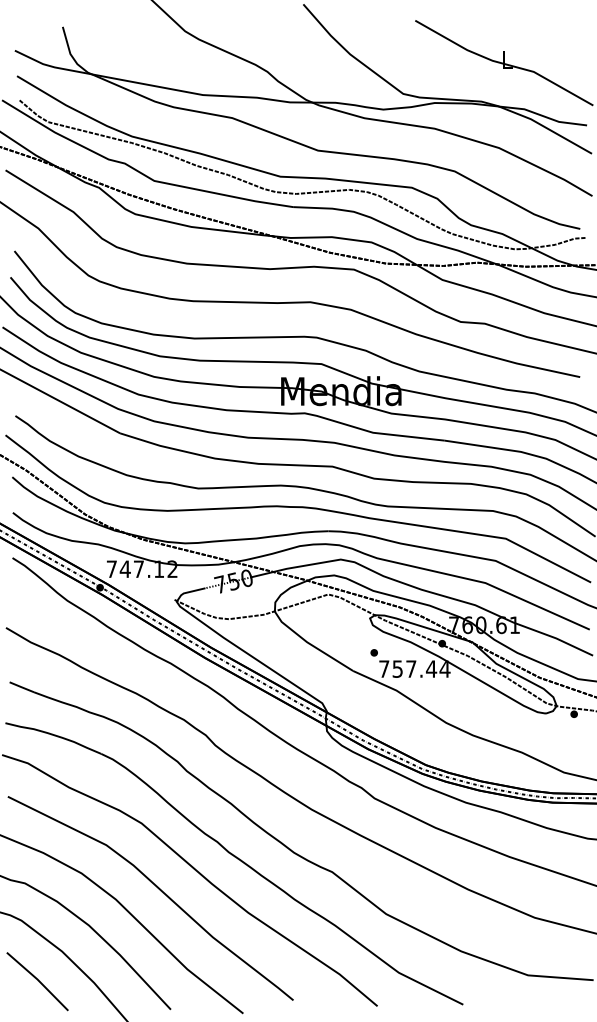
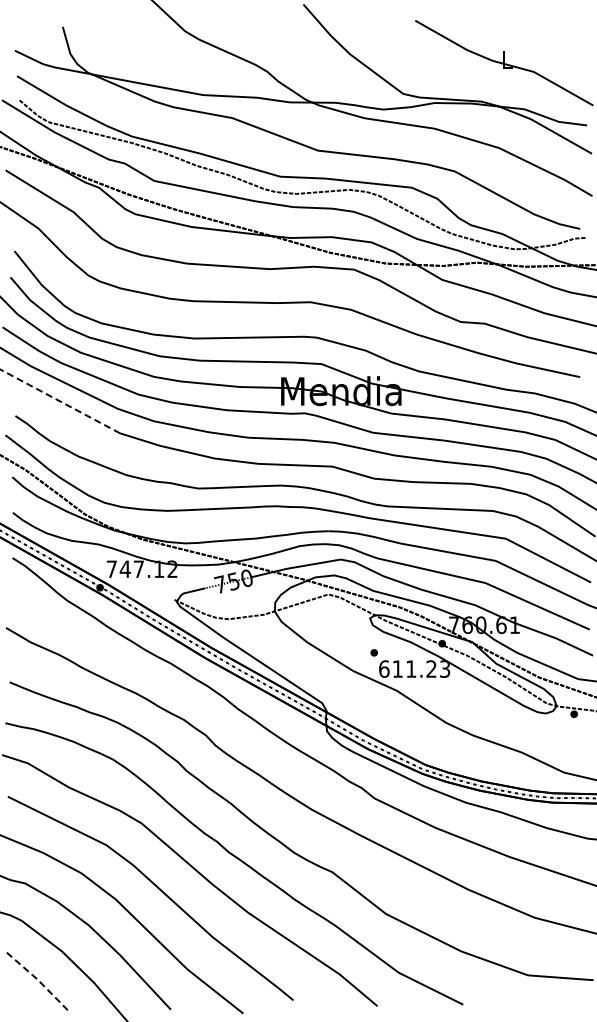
line at (60, 401): solid -> dashed
text at (414, 668): 757.44 -> 611.23
line at (38, 980): solid -> dashed
